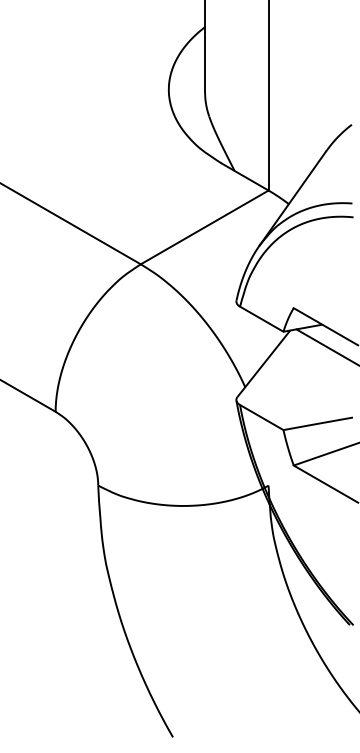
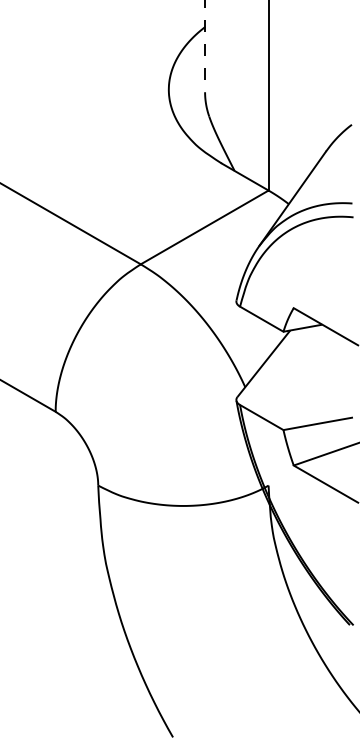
line at (205, 46): solid -> dashed
line at (326, 346): present -> none
